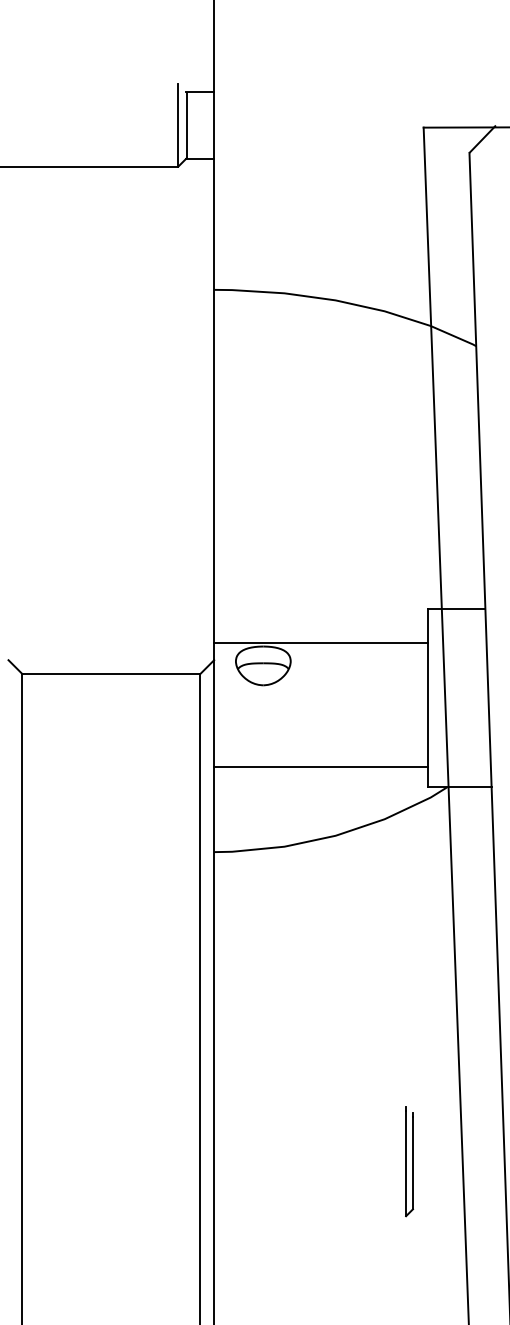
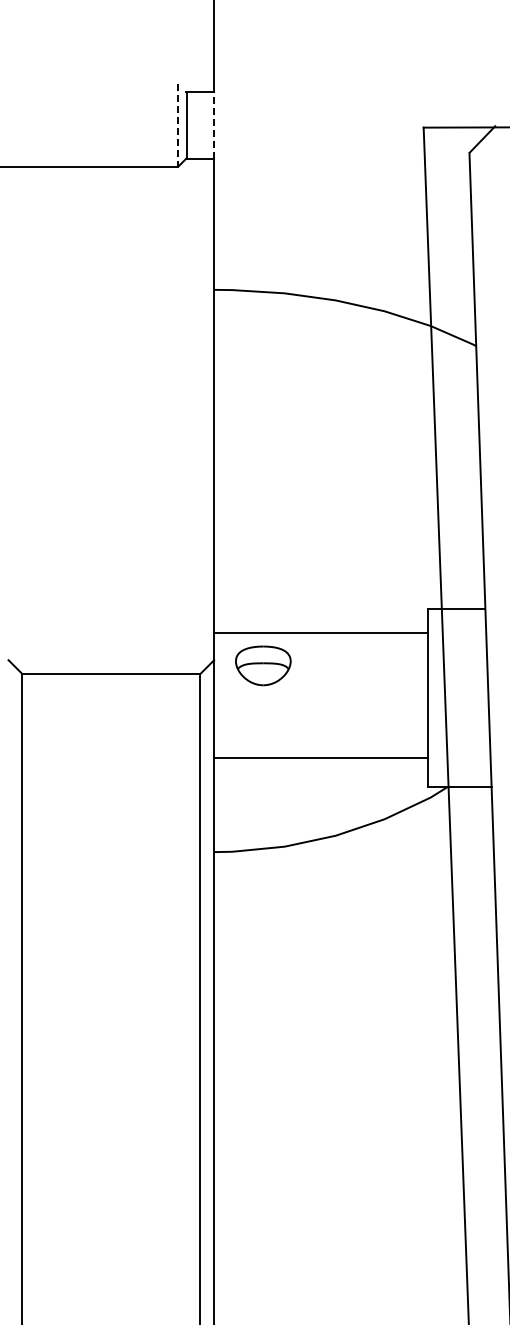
line at (214, 125): solid -> dashed
line at (178, 126): solid -> dashed
line at (320, 643) position: (320, 643) -> (320, 633)
line at (320, 766) position: (320, 766) -> (320, 757)
part at (409, 1161): present -> none
